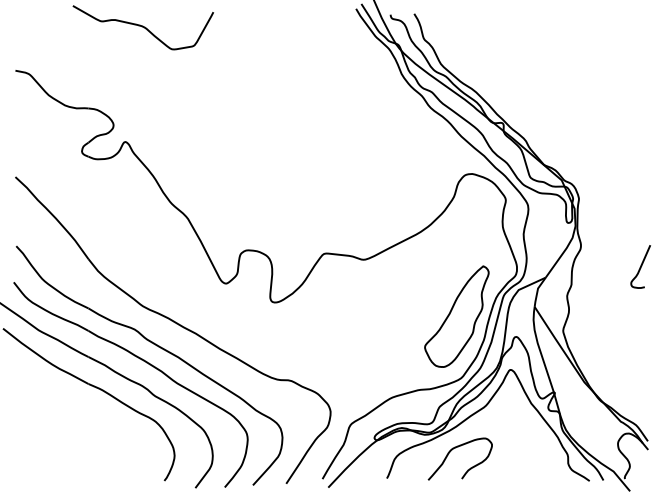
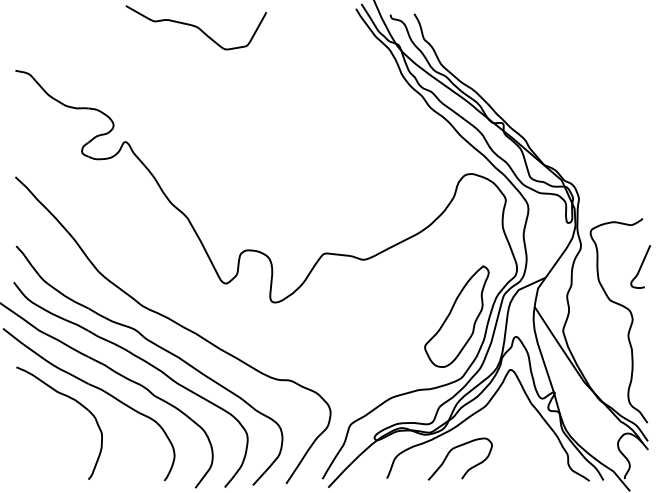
curve at (142, 27) position: (142, 27) -> (195, 27)
curve at (630, 323): none -> present
part at (71, 399): none -> present
